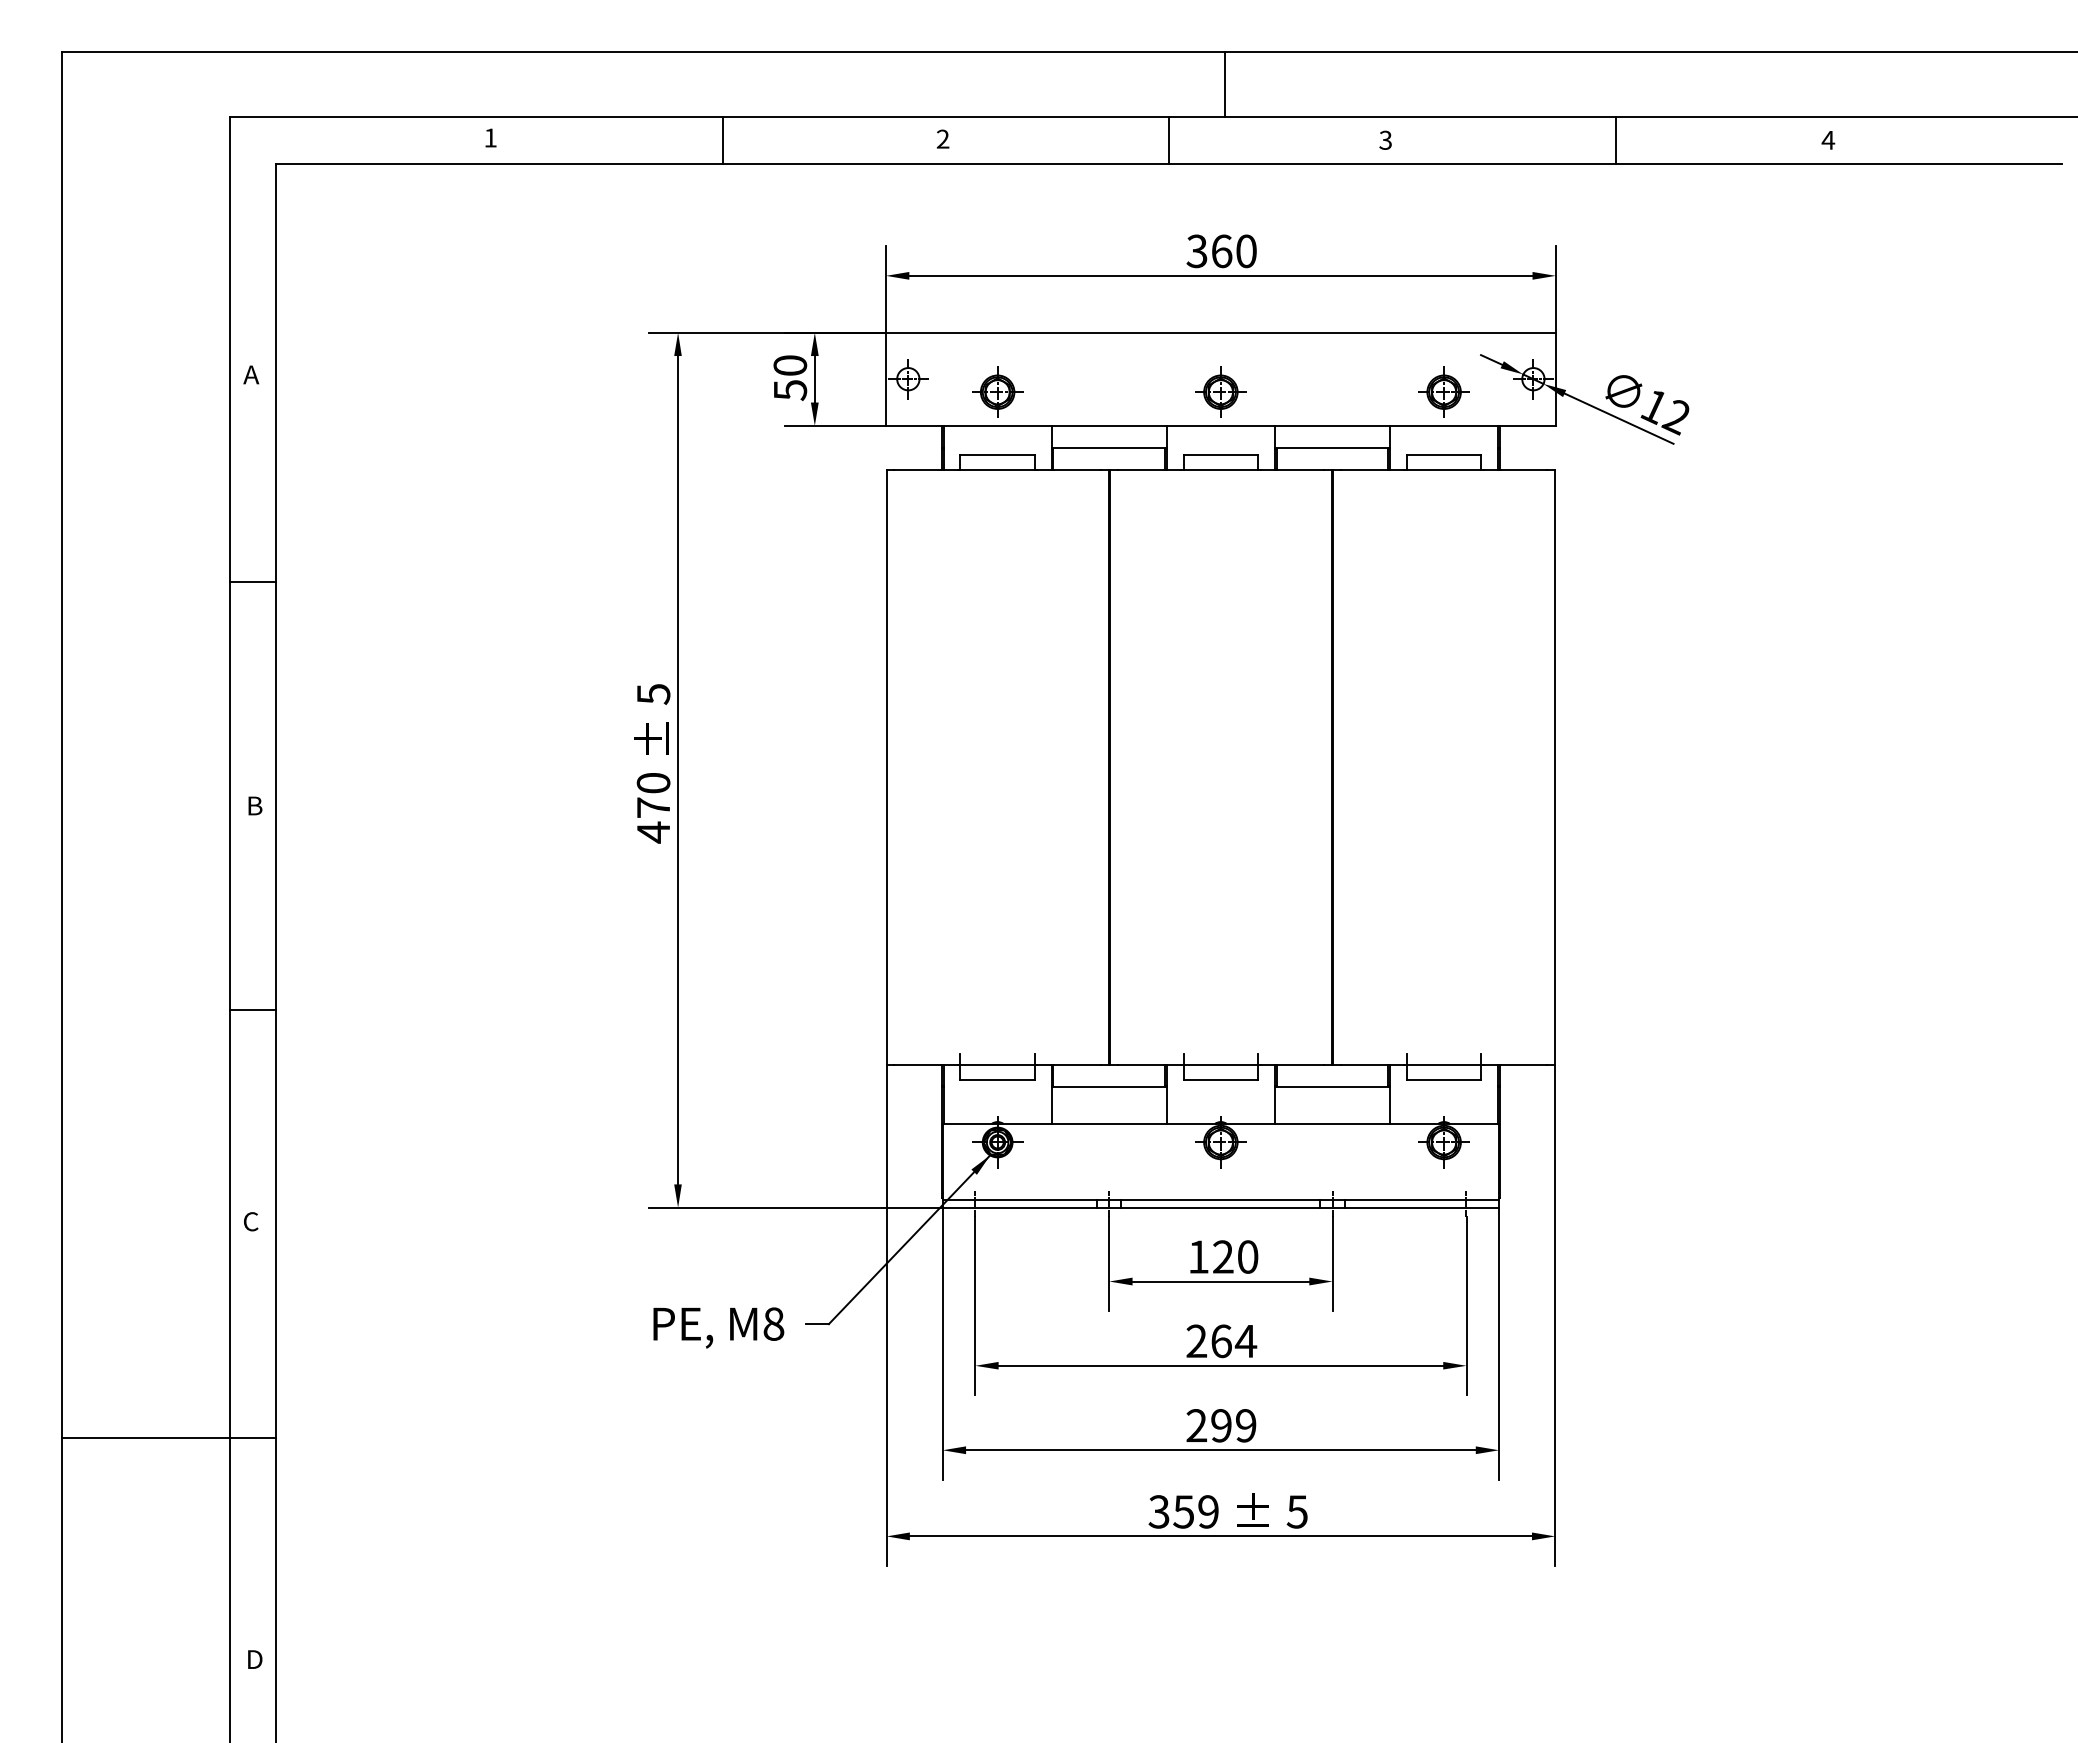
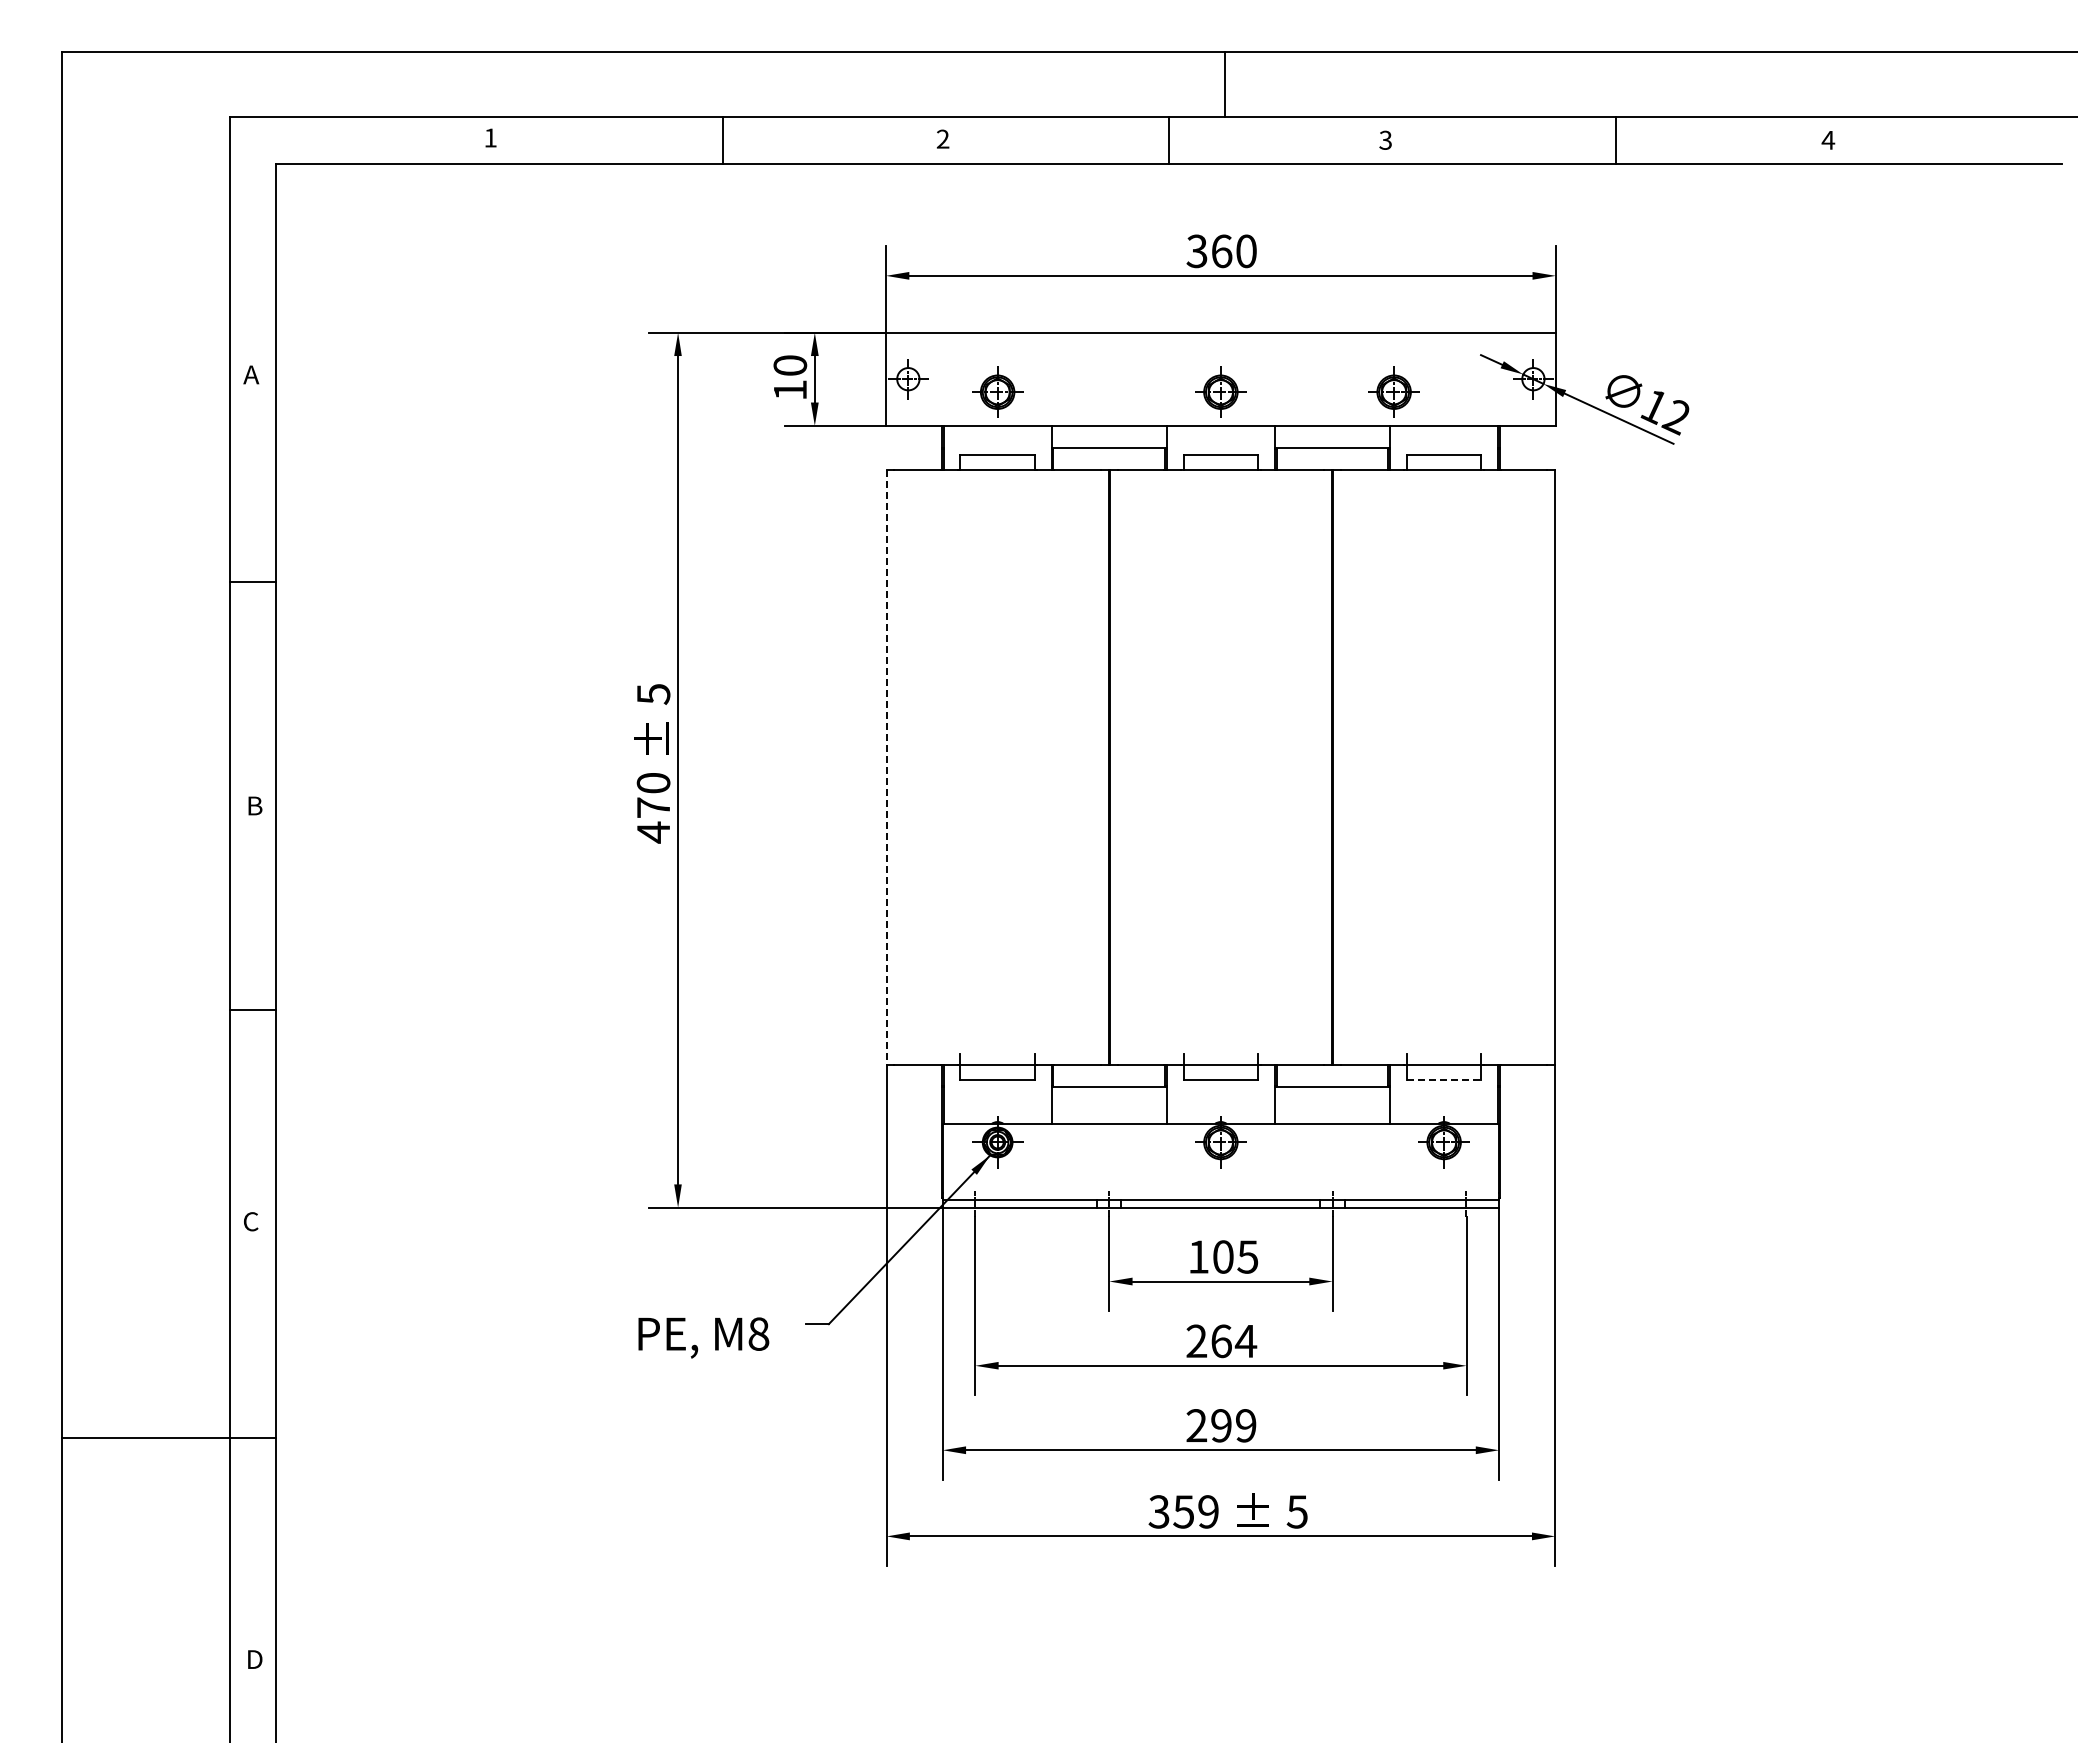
text at (790, 390): 50 -> 10
part at (1443, 391) position: (1443, 391) -> (1393, 391)
line at (886, 767): solid -> dashed
line at (1444, 1079): solid -> dashed
text at (1235, 1256): 120 -> 105
text at (718, 1327) position: (718, 1327) -> (703, 1337)
